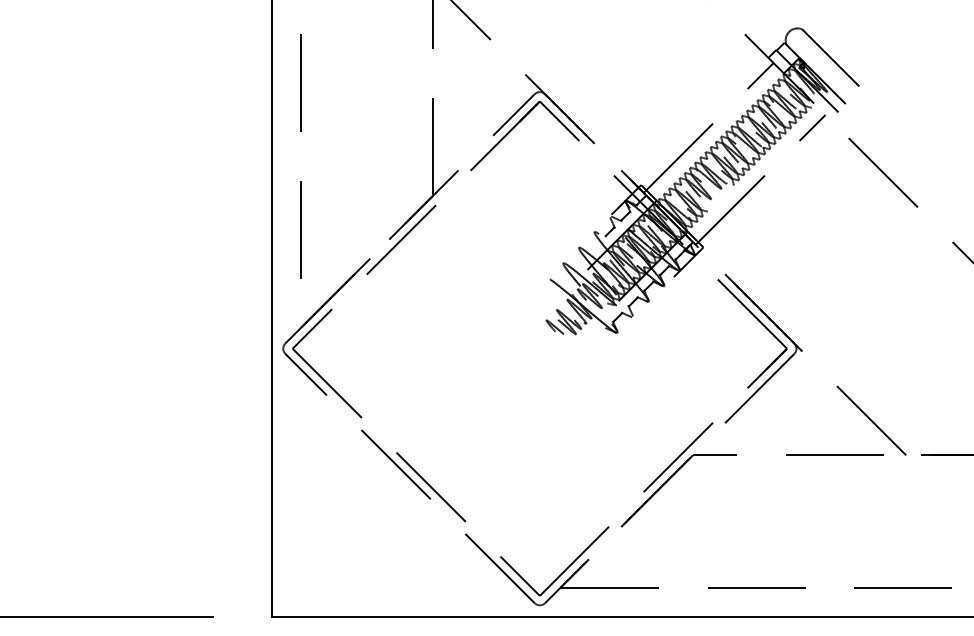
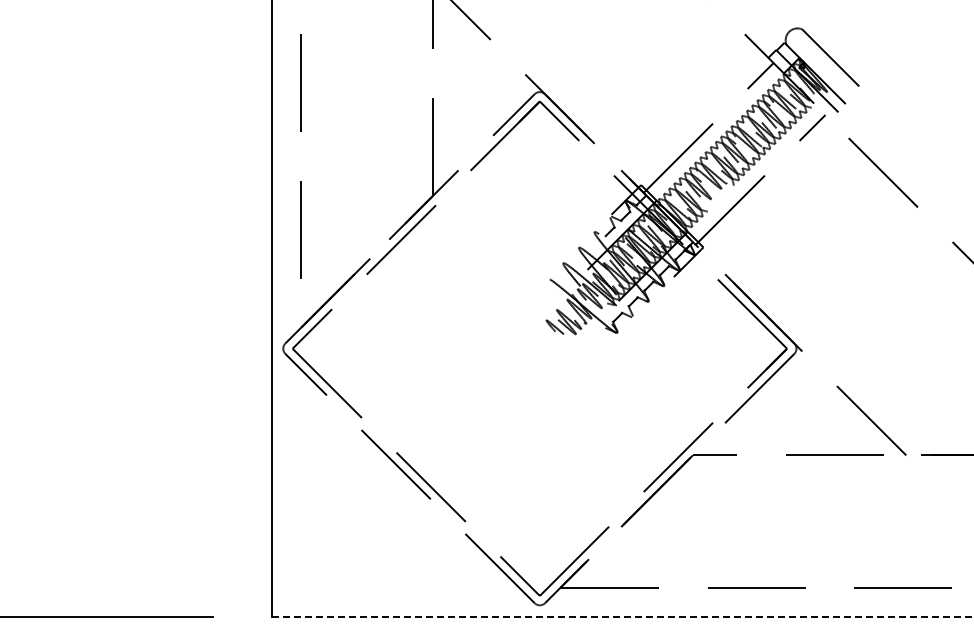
line at (622, 617): solid -> dashed
